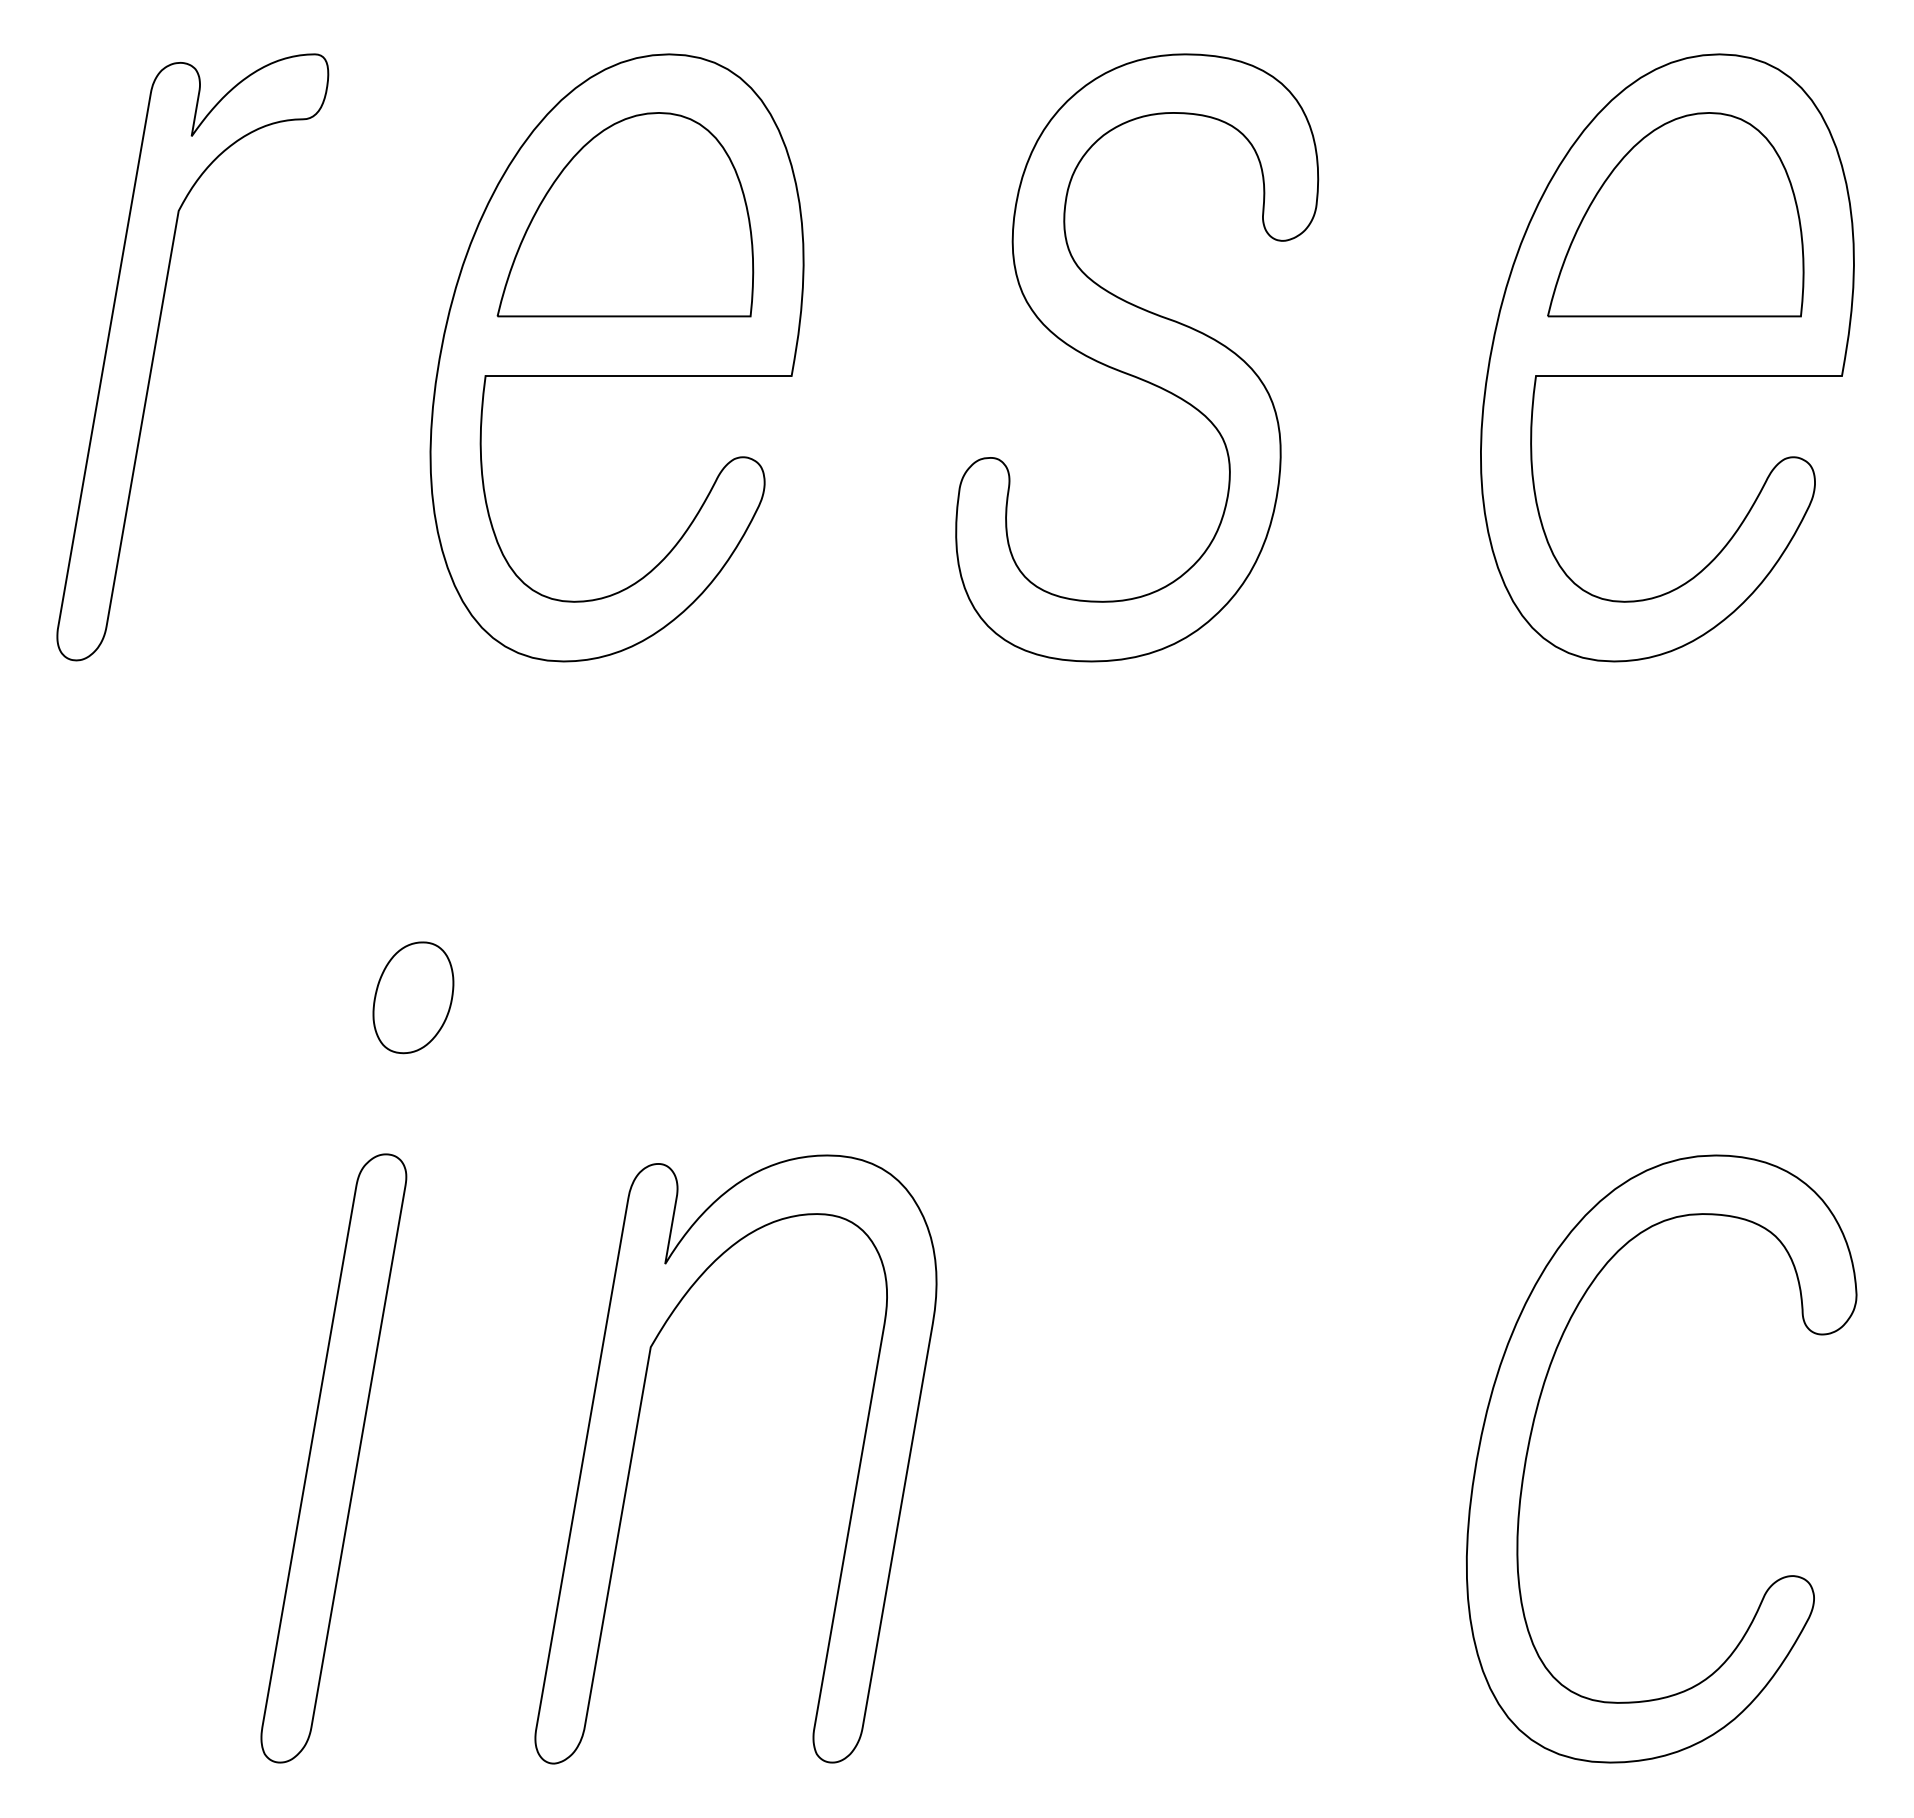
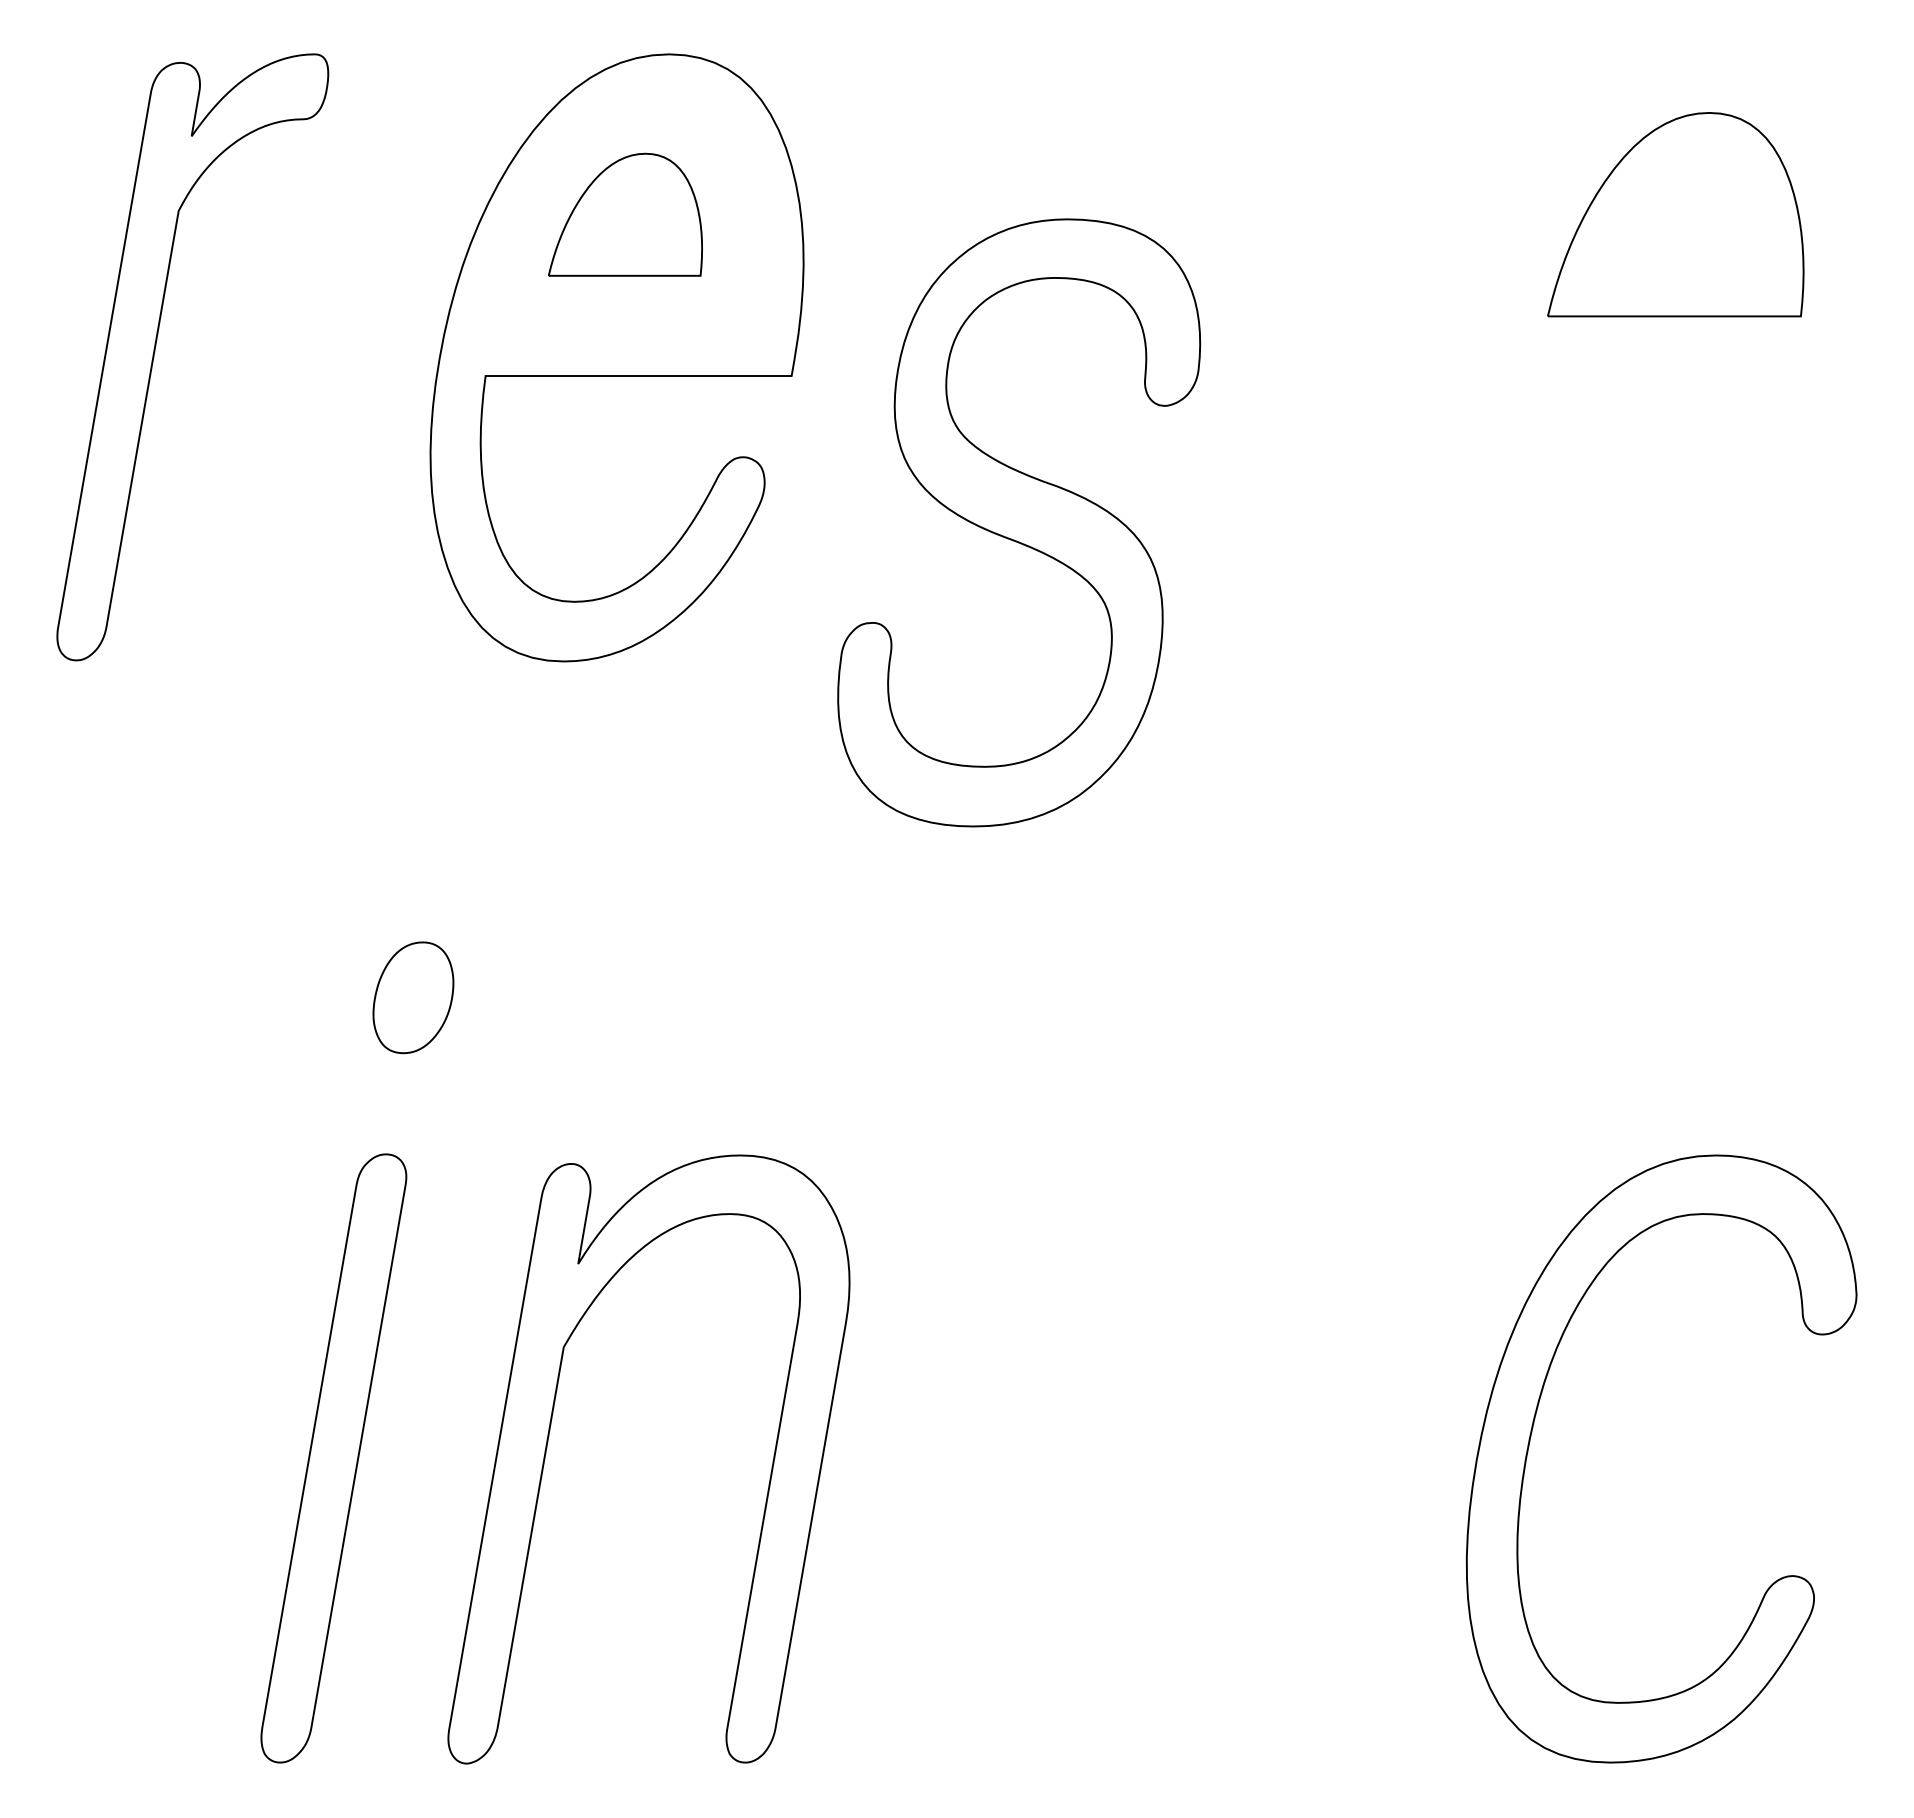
part at (625, 214) size: 259x206 px -> 155x125 px
part at (1137, 357) position: (1137, 357) -> (1019, 522)
part at (1667, 357): present -> none
part at (635, 1442) position: (635, 1442) -> (548, 1442)
